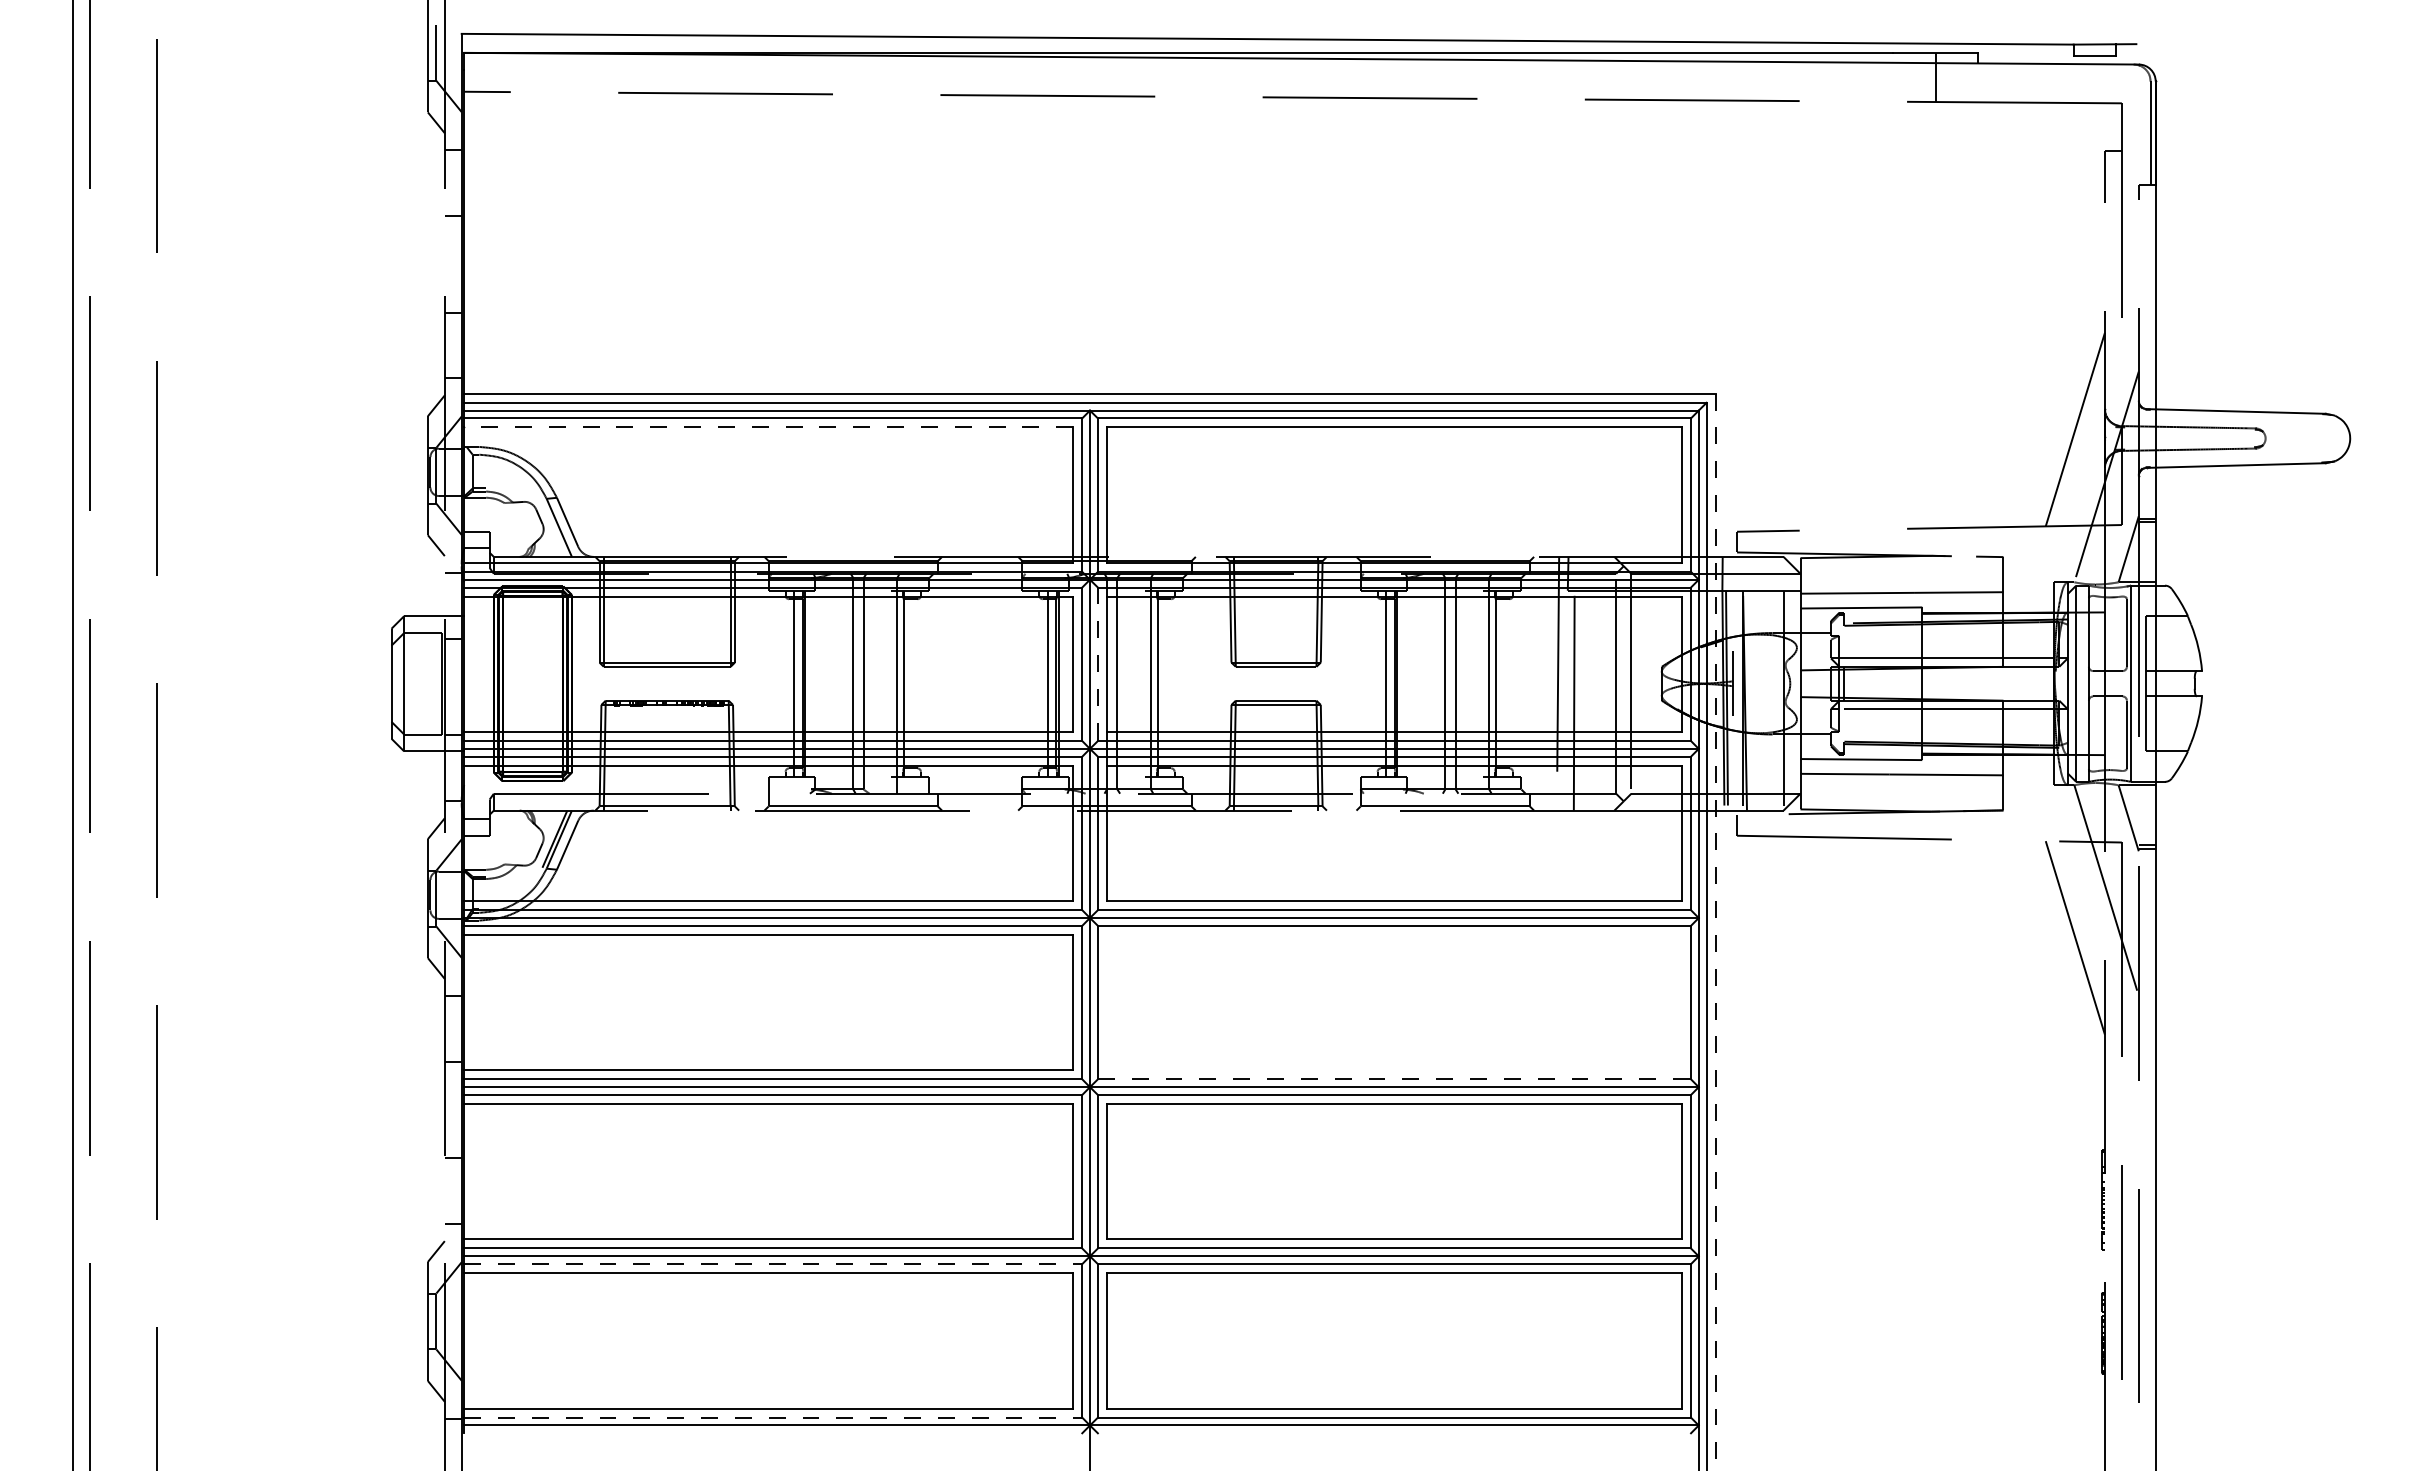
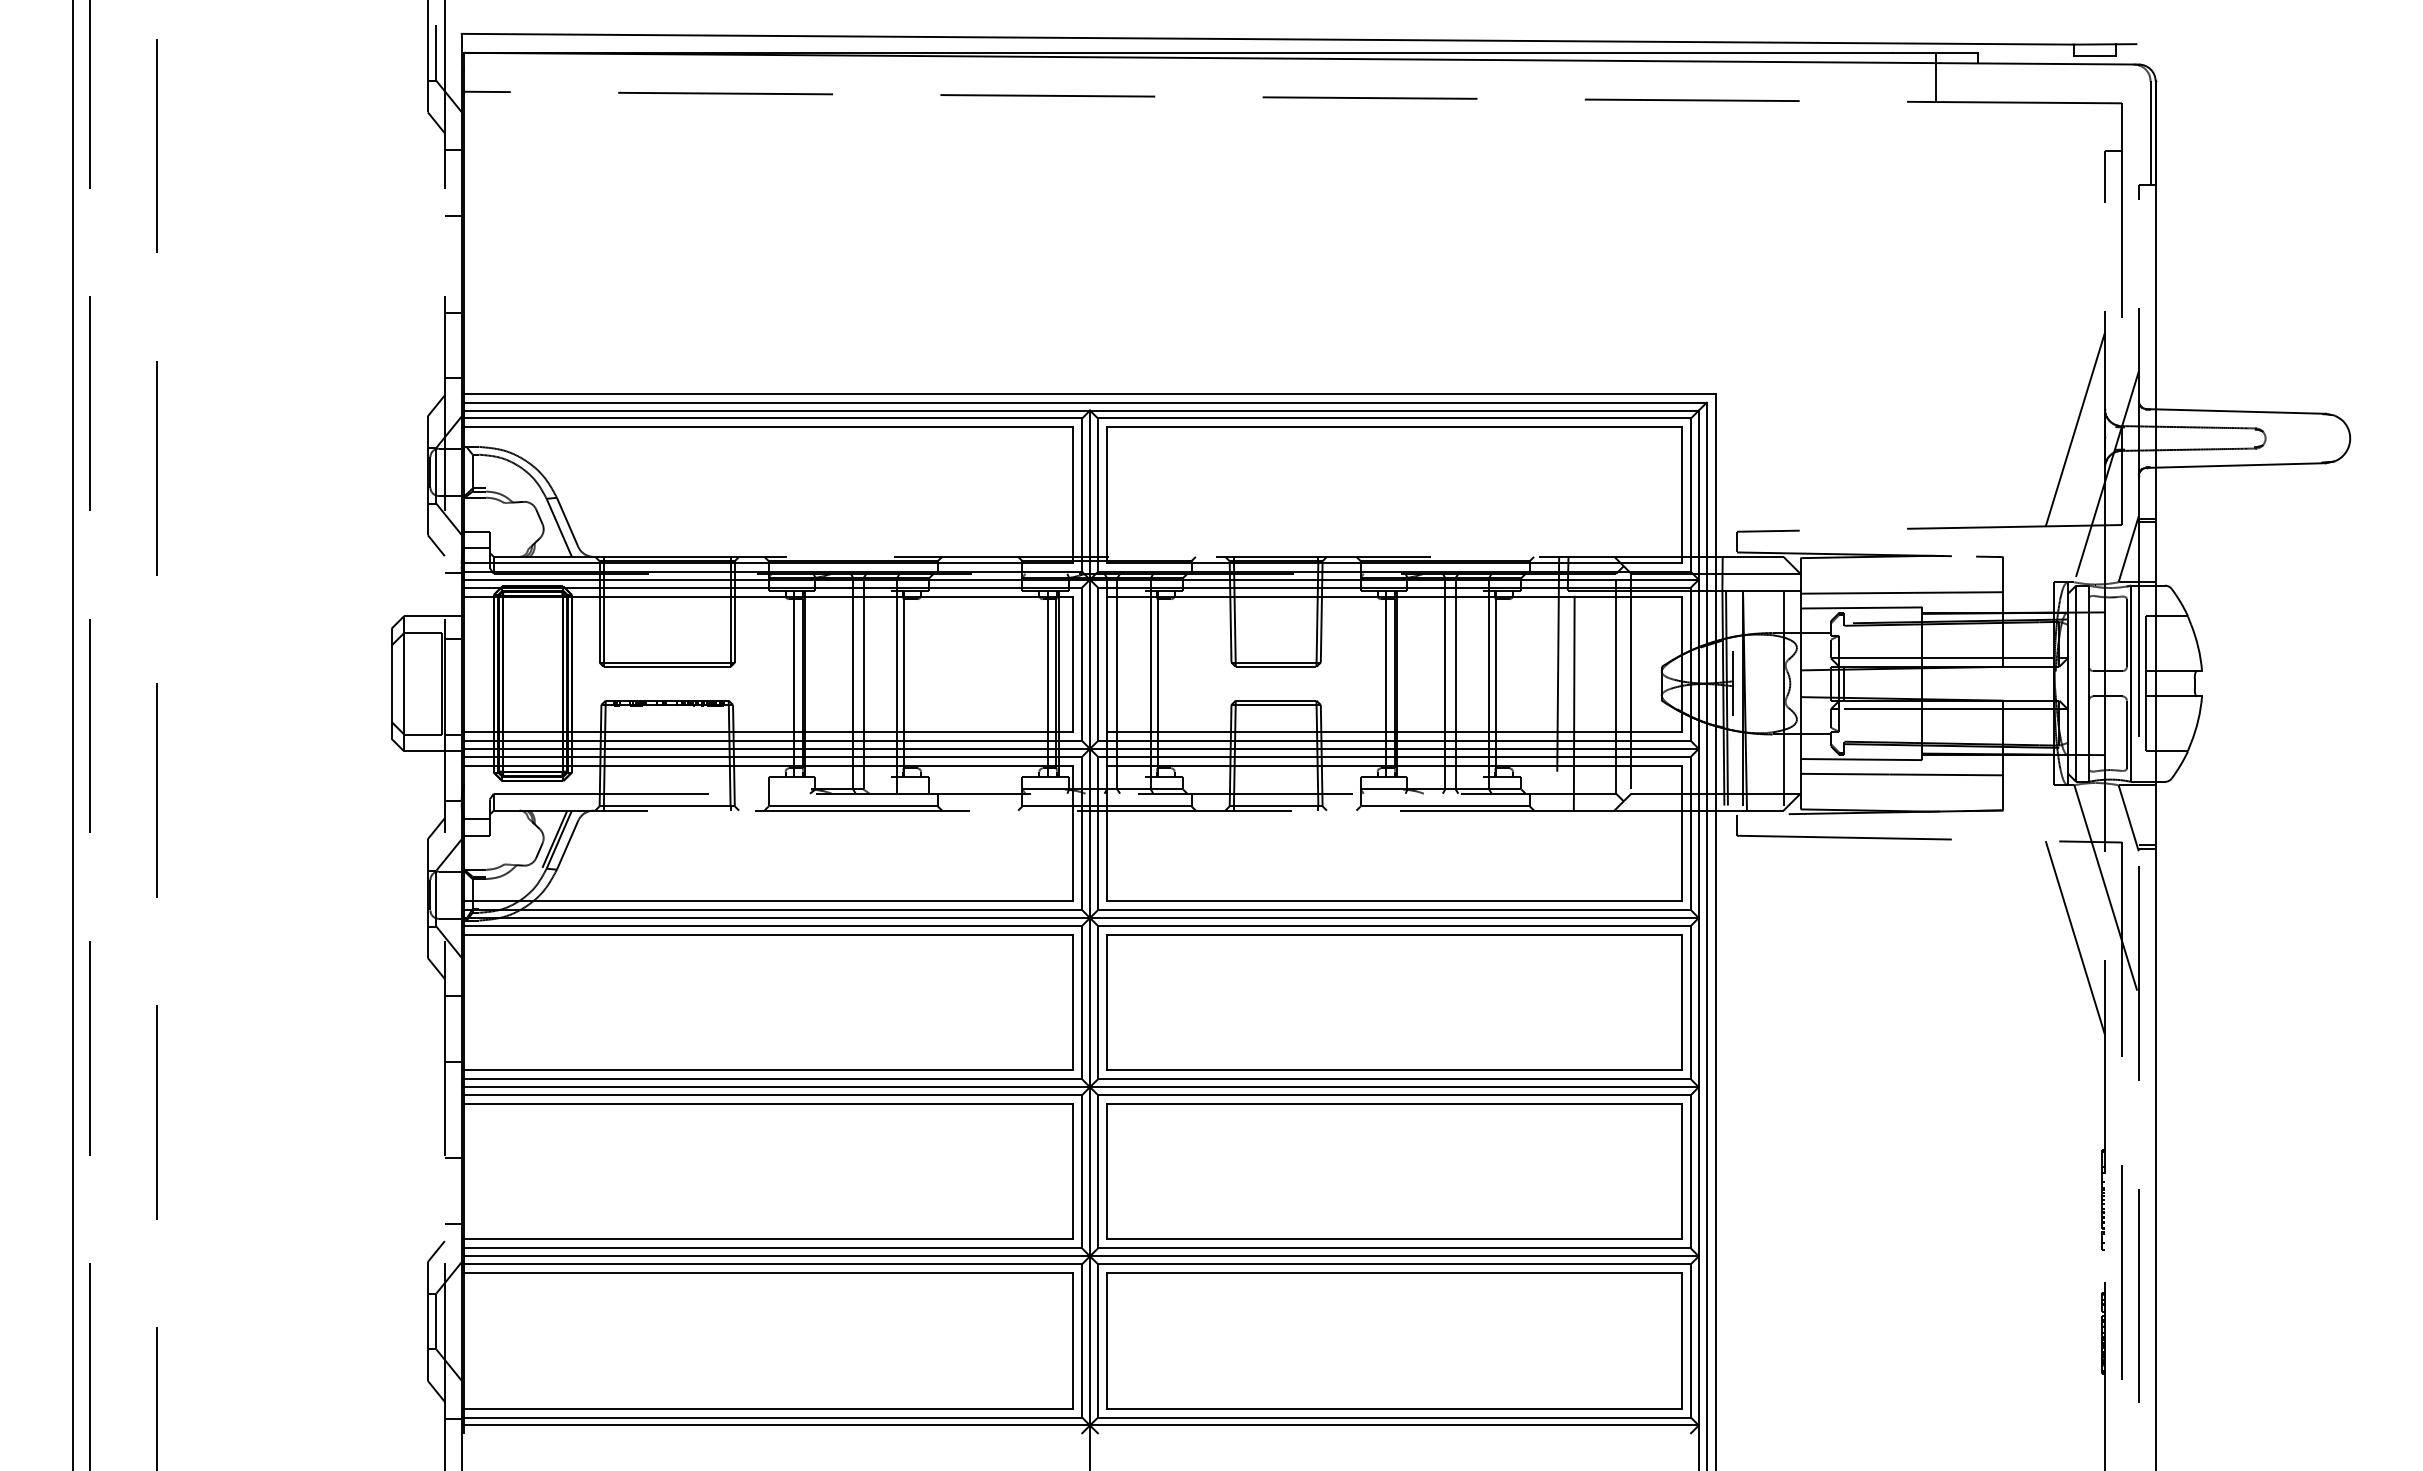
line at (768, 427): dashed -> solid
line at (1097, 664): dashed -> solid
line at (1715, 932): dashed -> solid
part at (1394, 1002): none -> present
line at (1394, 1079): dashed -> solid
line at (773, 1264): dashed -> solid
line at (773, 1417): dashed -> solid
